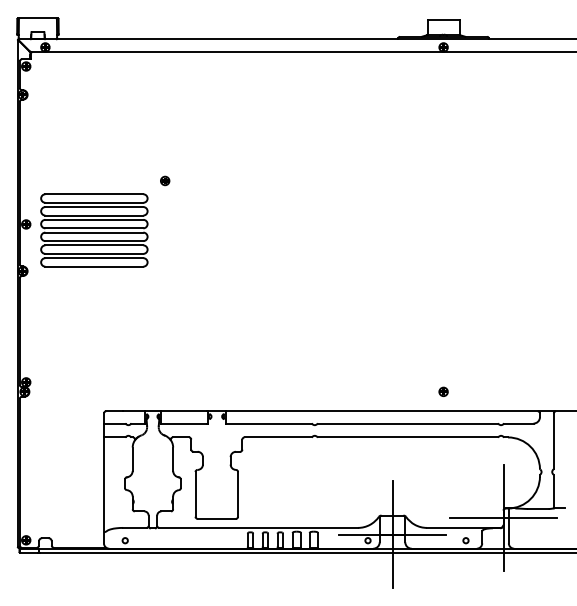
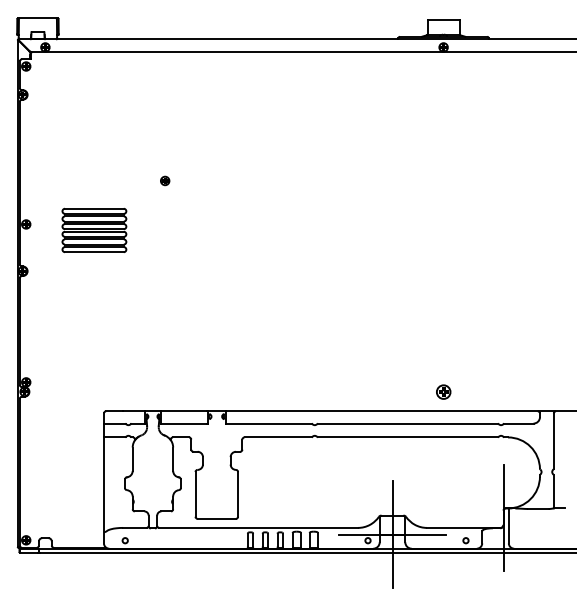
part at (94, 230) size: 109x75 px -> 67x46 px
part at (443, 391) size: 11x11 px -> 16x16 px
line at (503, 517): present -> none
